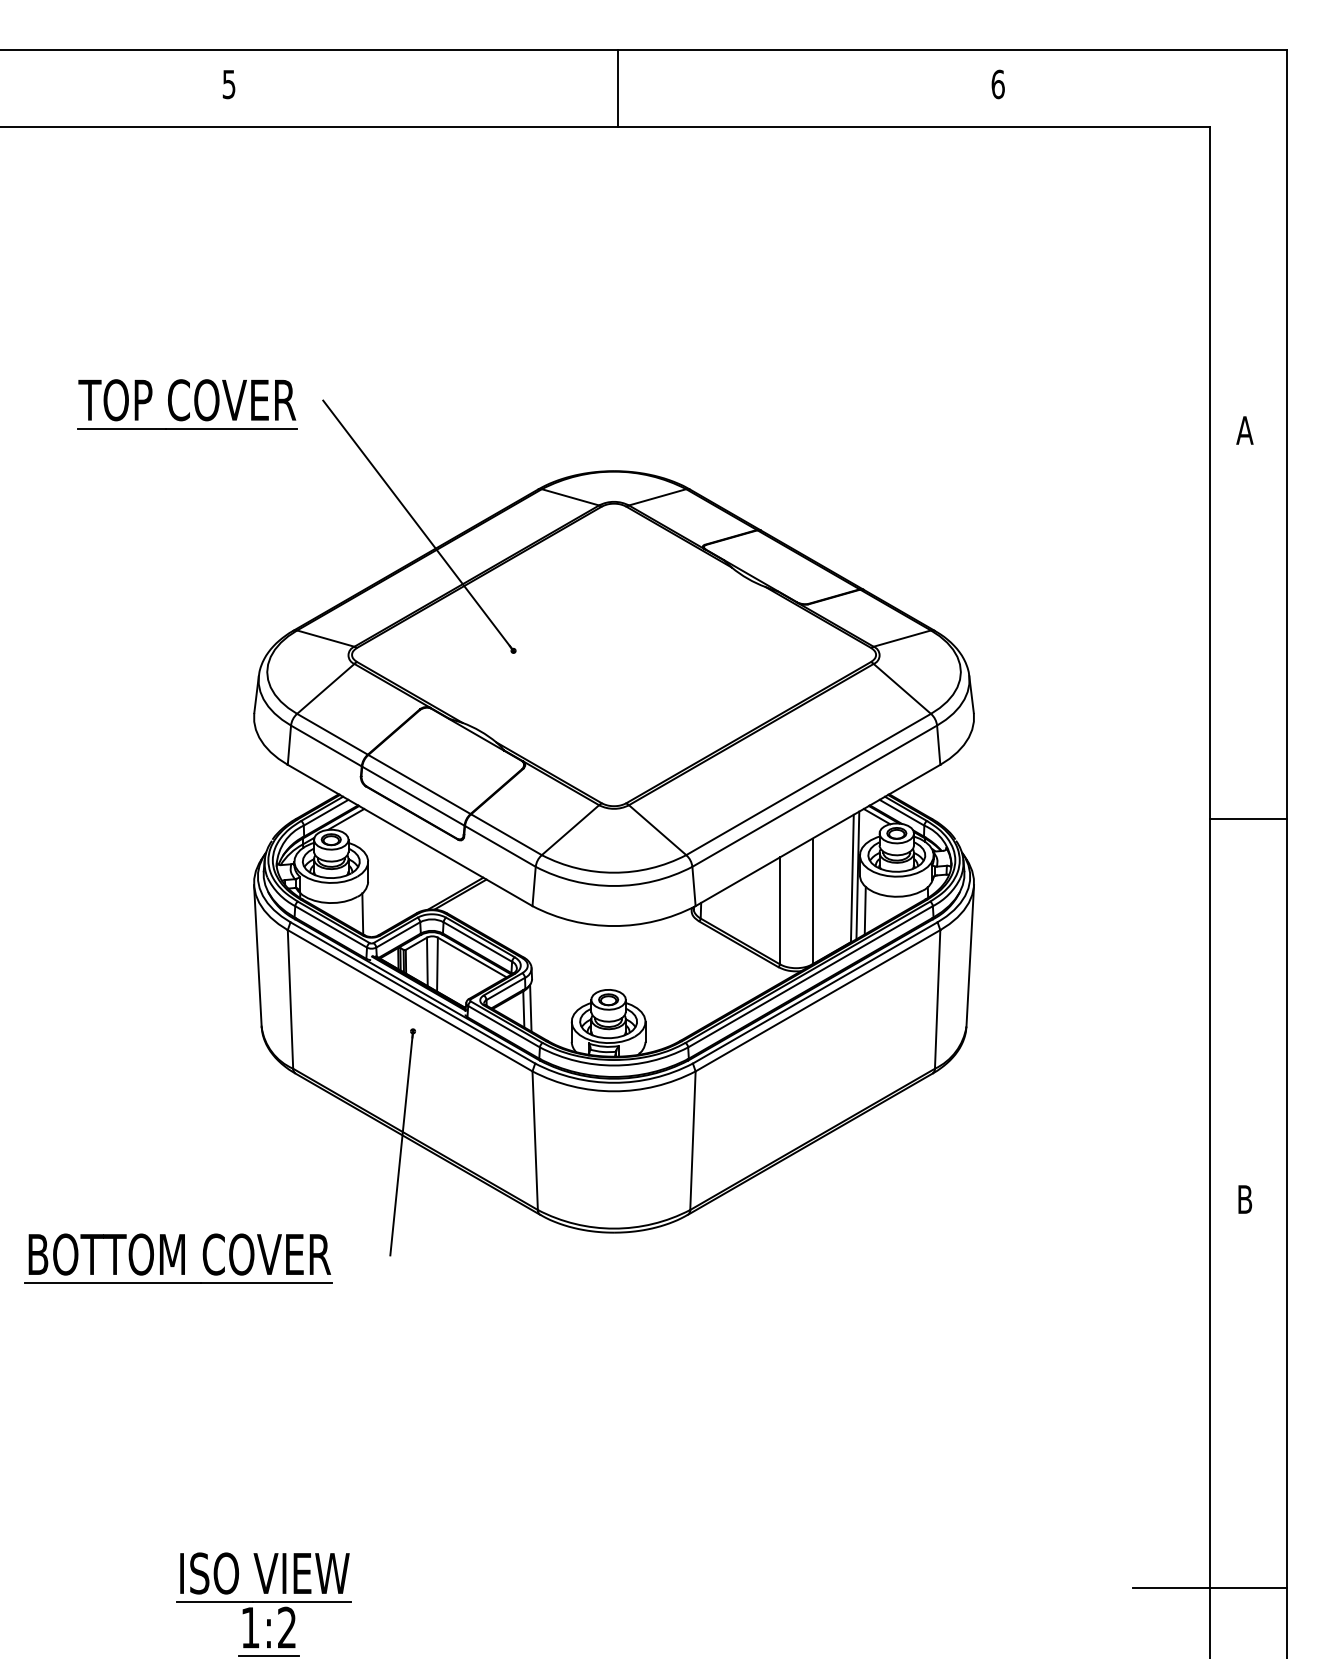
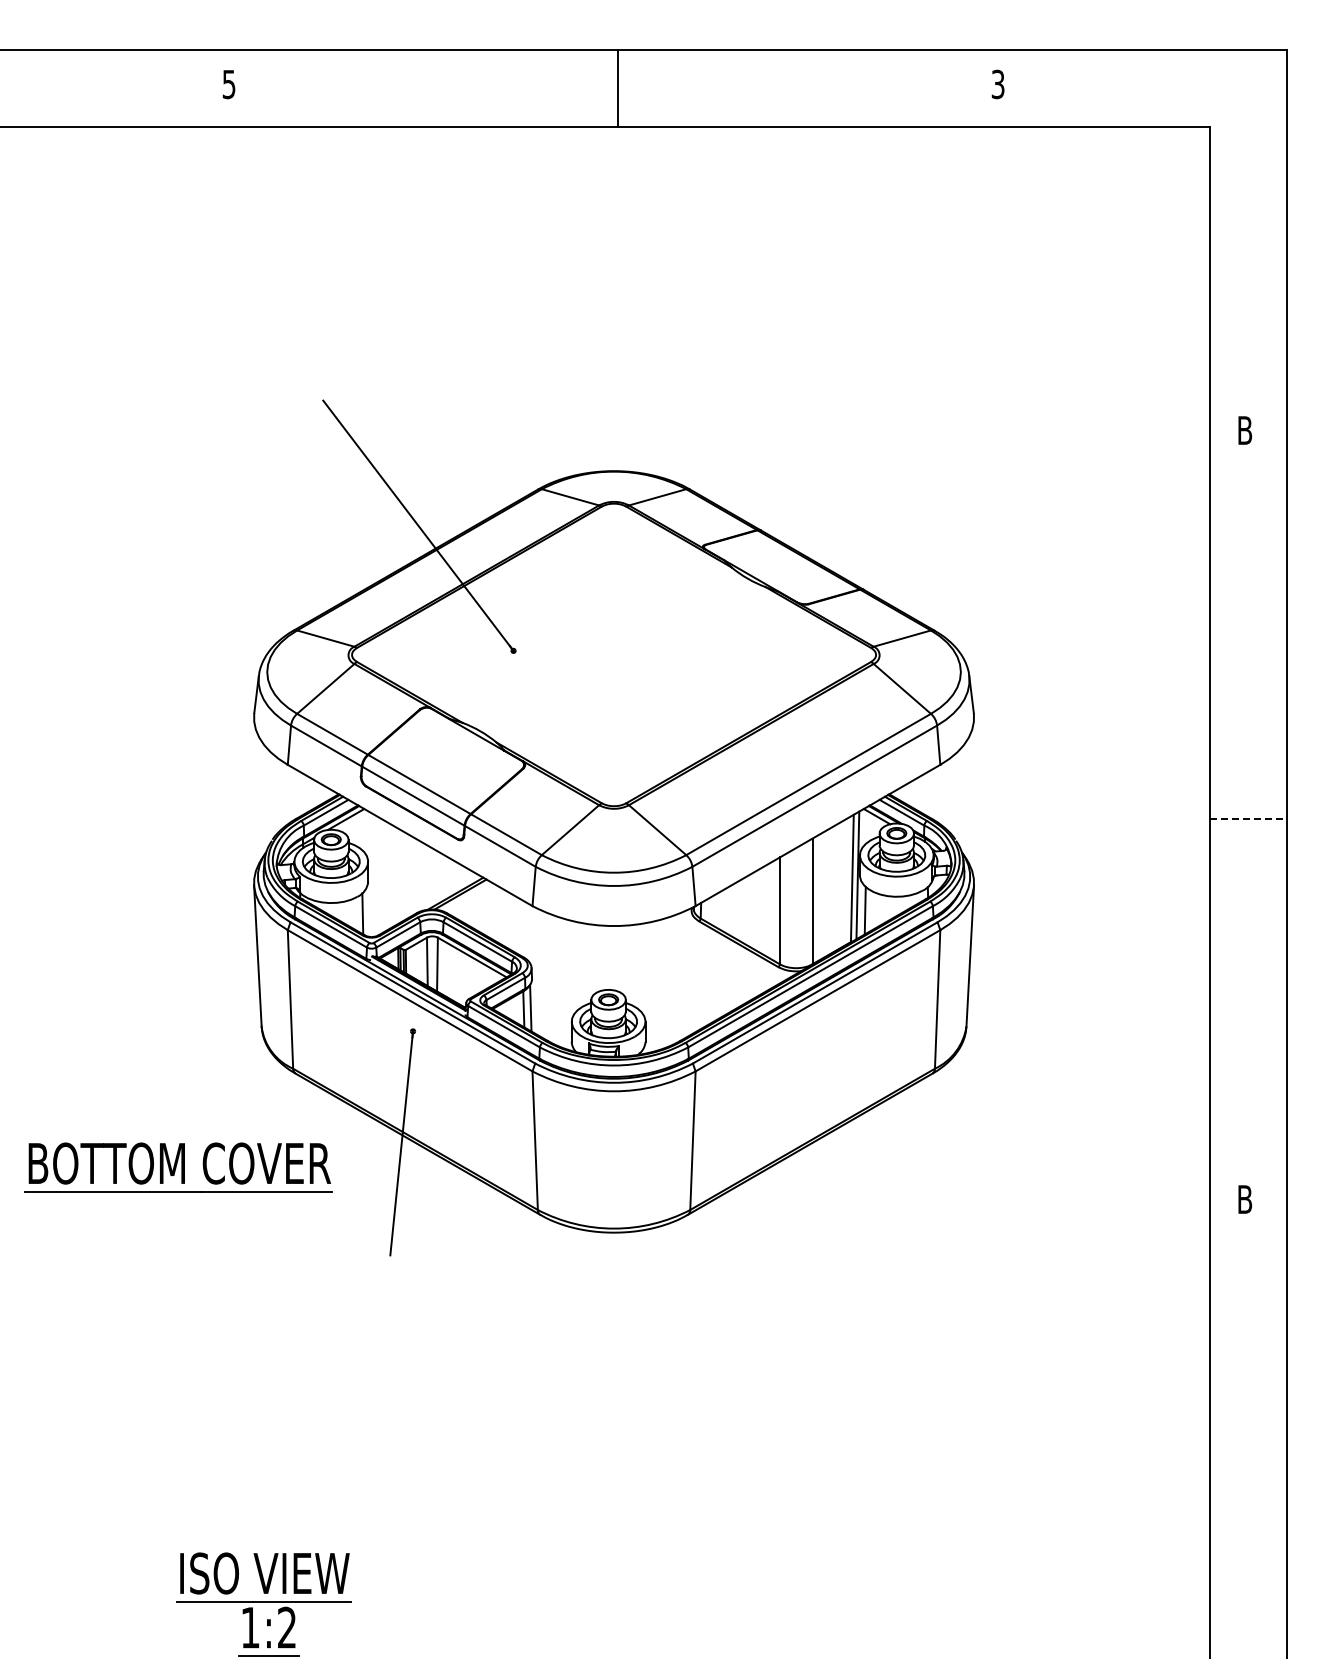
text at (997, 84): 6 -> 3
part at (194, 404): present -> none
text at (1244, 430): A -> B
line at (1249, 818): solid -> dashed
part at (178, 1258) position: (178, 1258) -> (178, 1167)
line at (1210, 1587): present -> none
